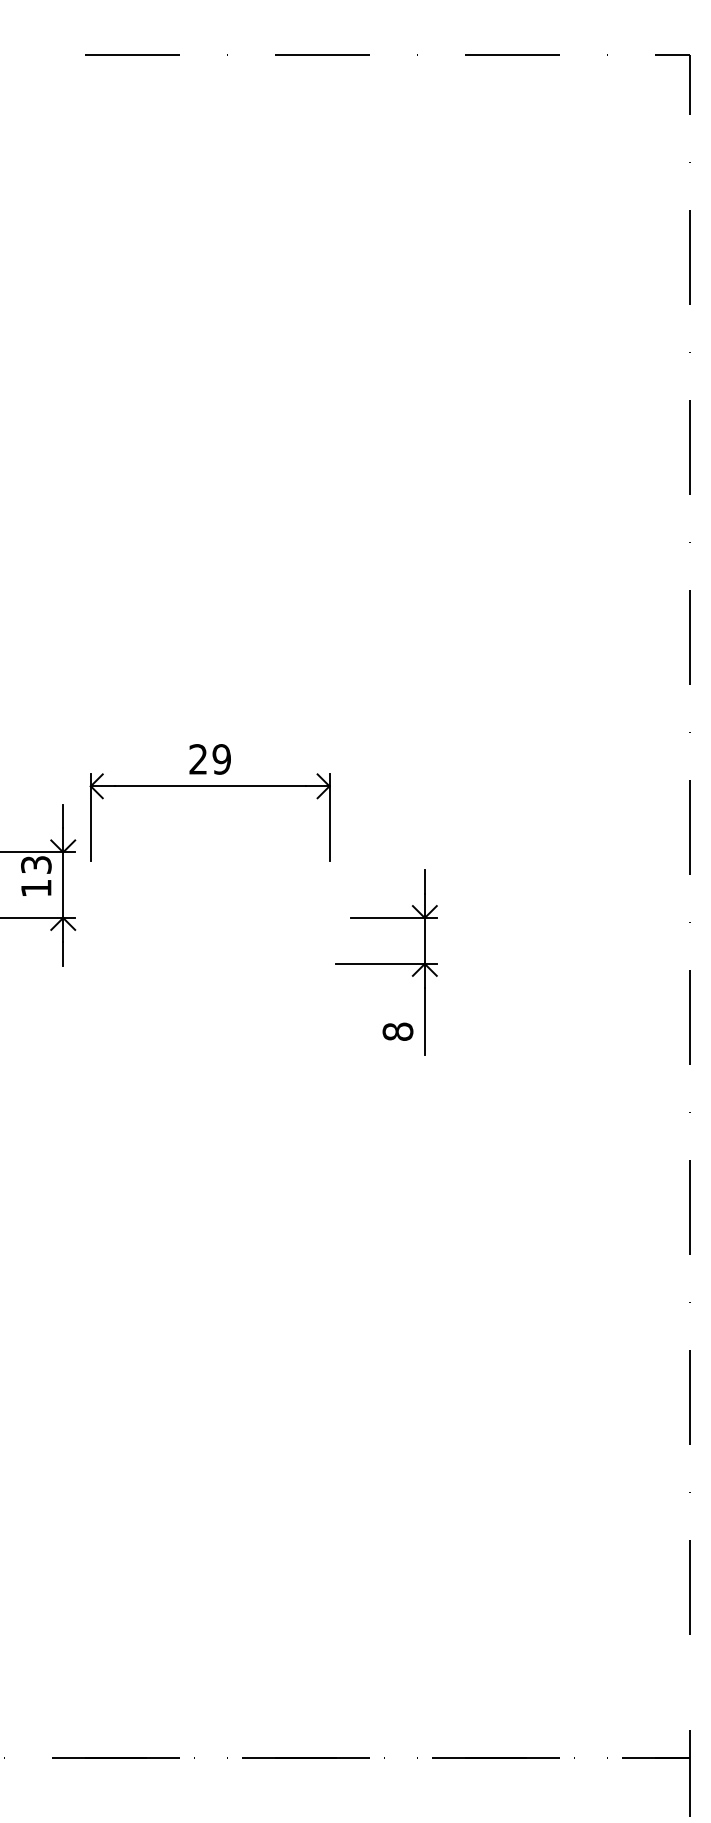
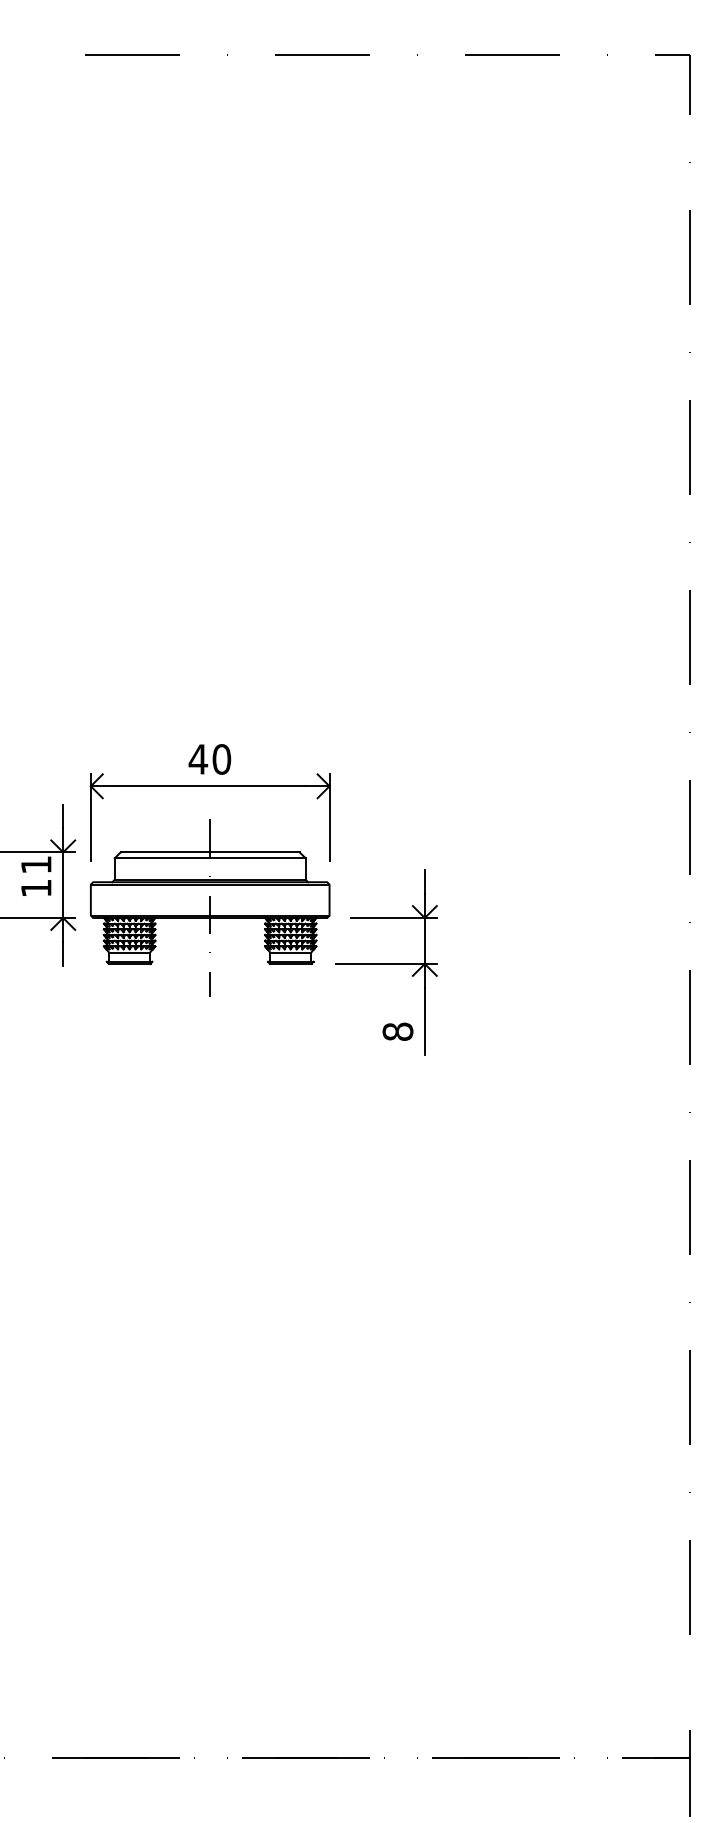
text at (209, 759): 29 -> 40
text at (36, 864): 13 -> 11
part at (210, 907): none -> present
